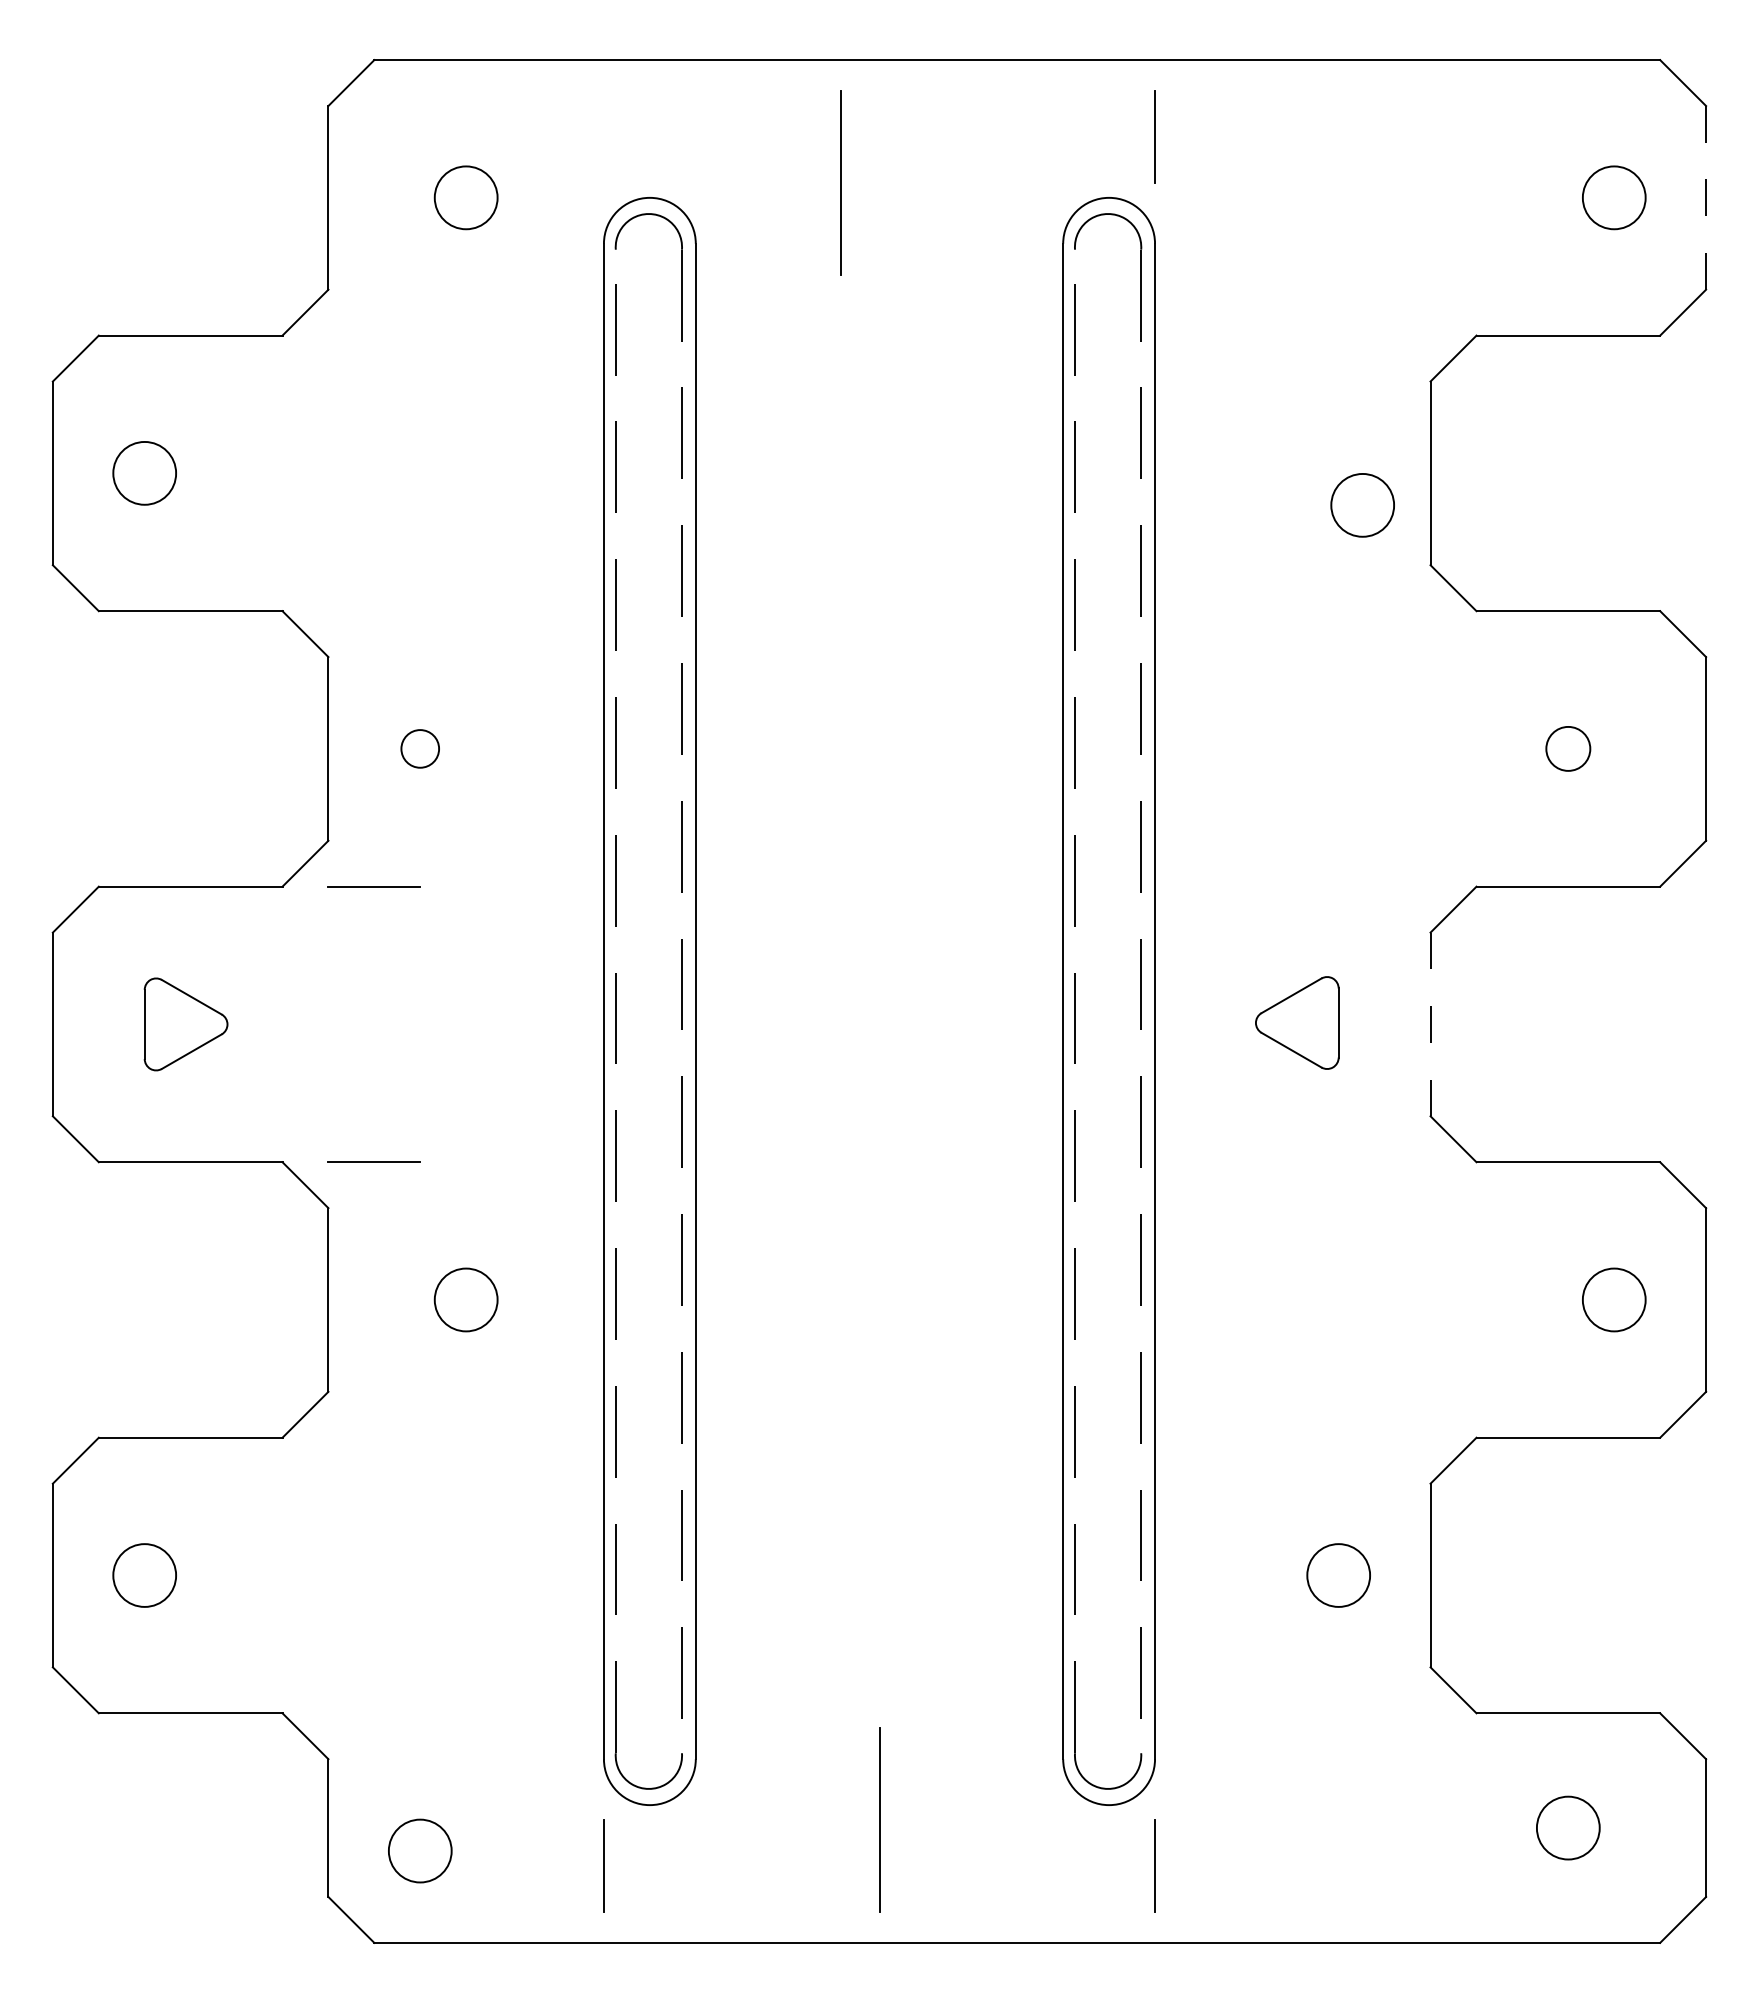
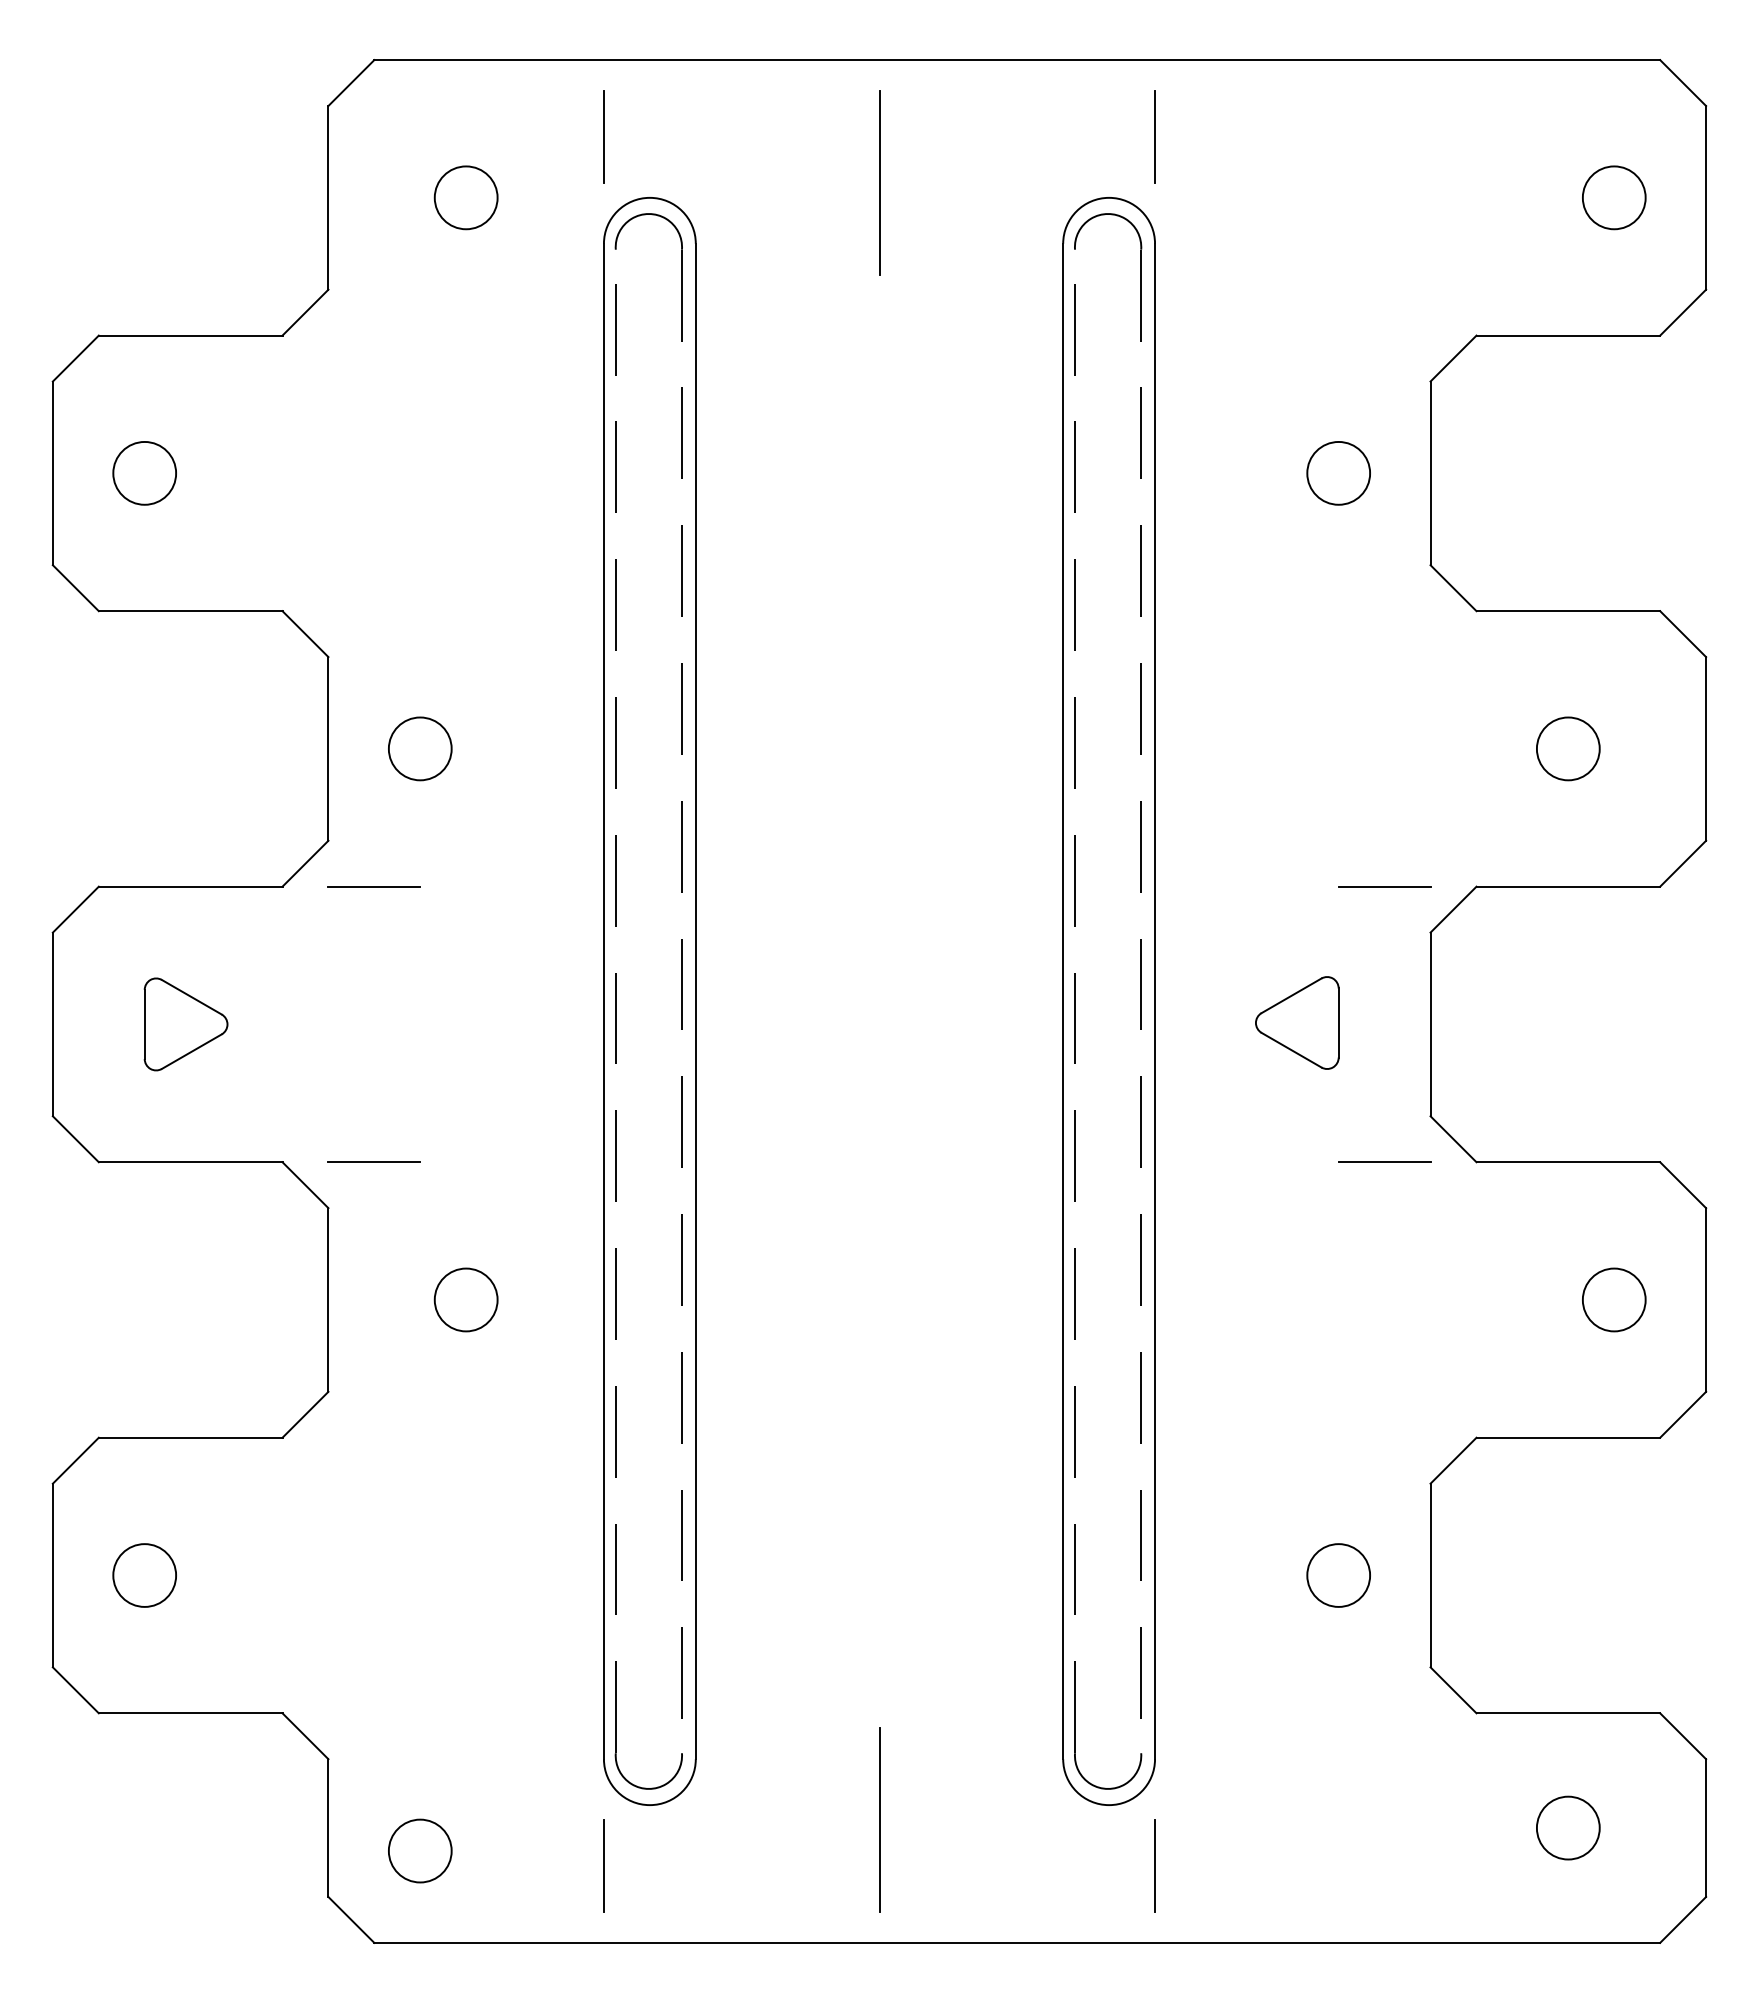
line at (603, 136): none -> present
line at (840, 182) position: (840, 182) -> (879, 182)
line at (1706, 197): dashed -> solid
circle at (1362, 505) position: (1362, 505) -> (1338, 473)
circle at (420, 748) diameter: 38 px -> 63 px
circle at (1568, 748) diameter: 44 px -> 63 px
line at (1384, 886): none -> present
line at (1430, 1024): dashed -> solid
line at (1384, 1162): none -> present
